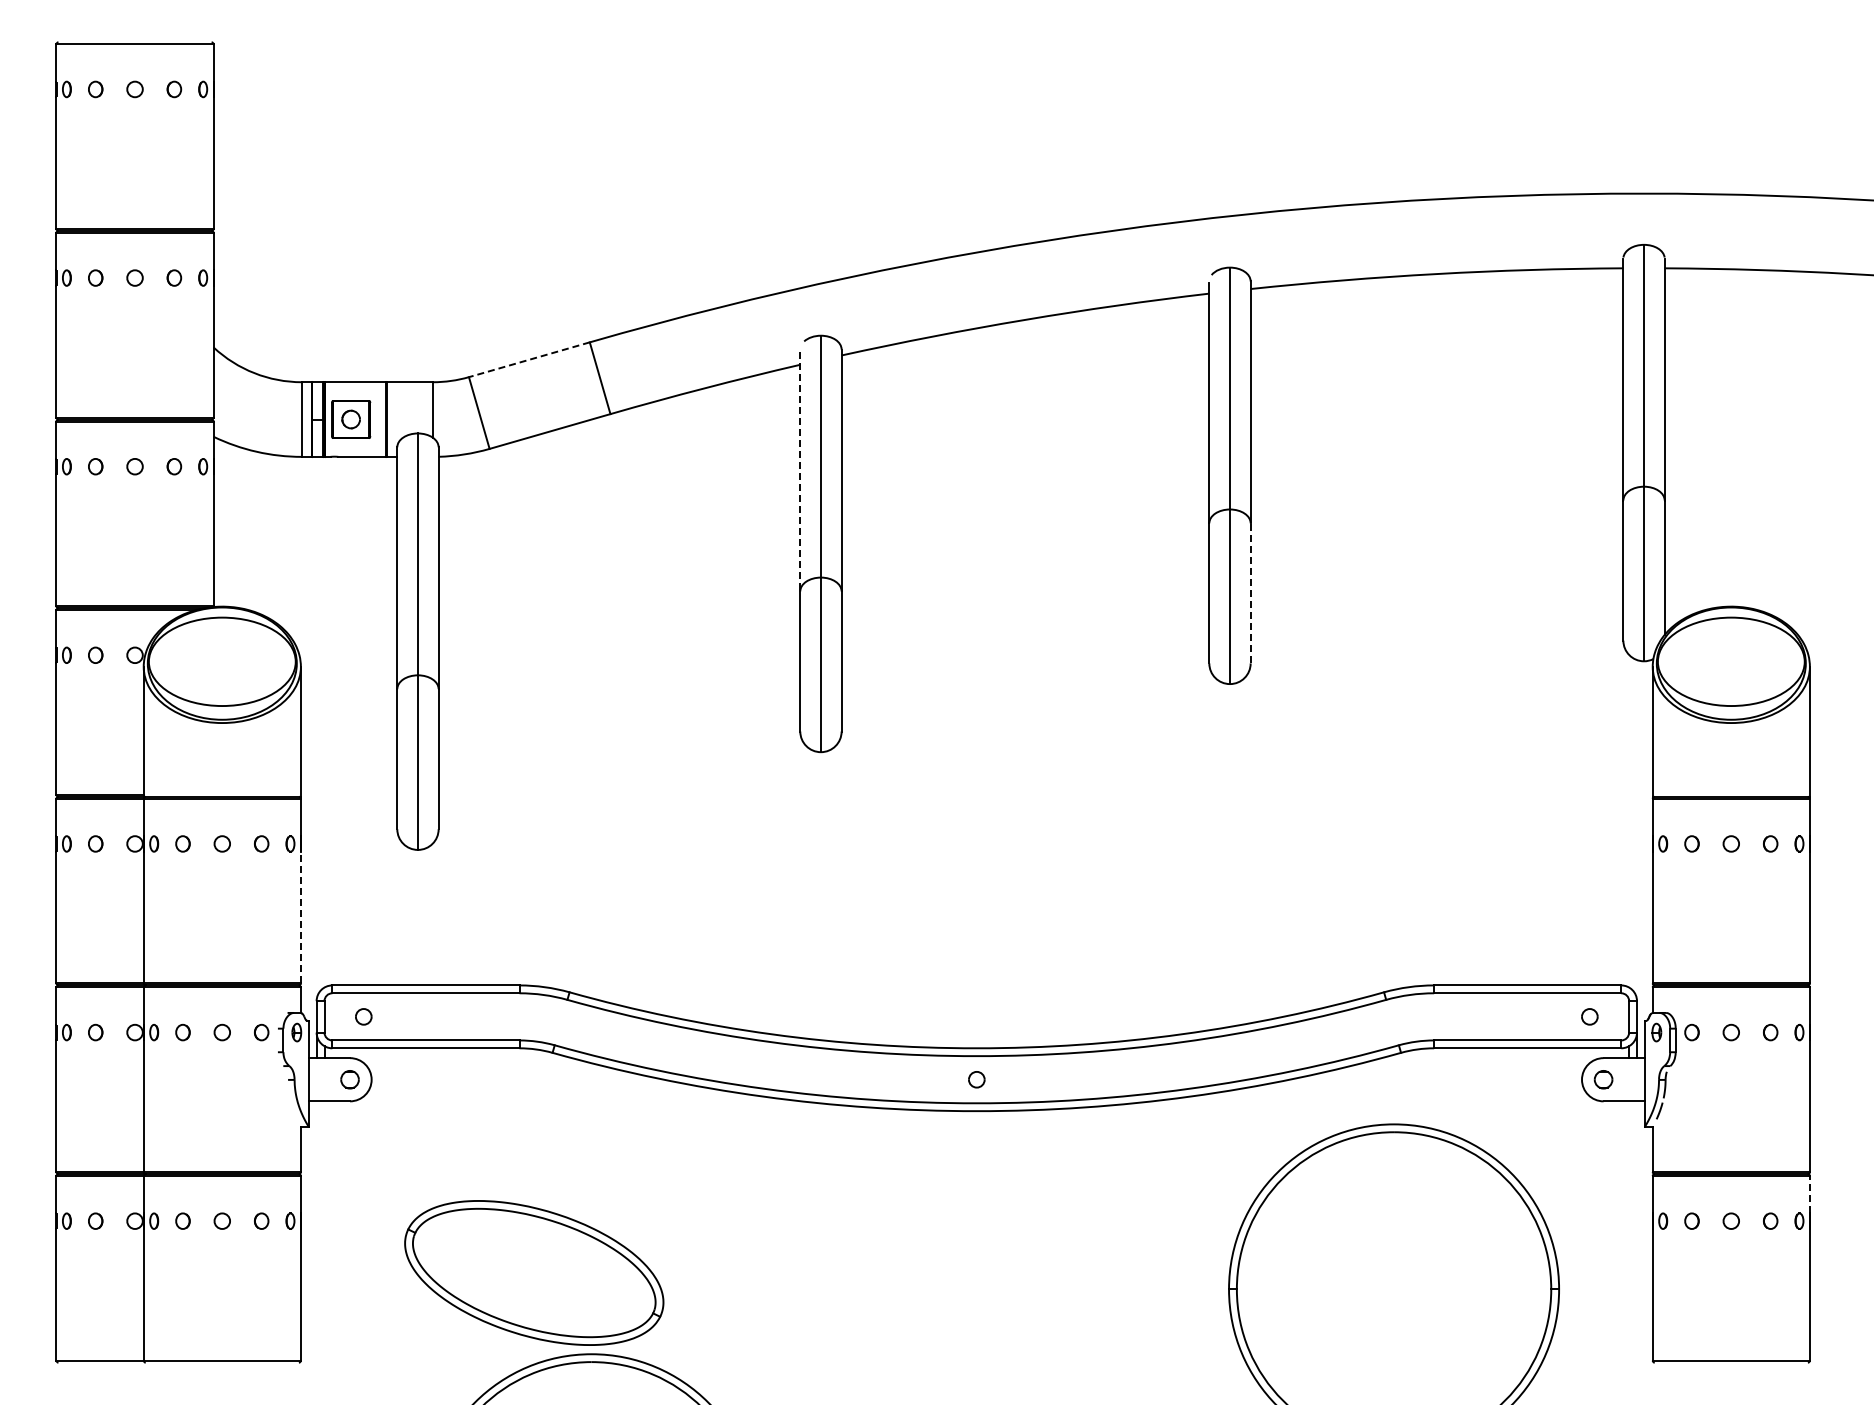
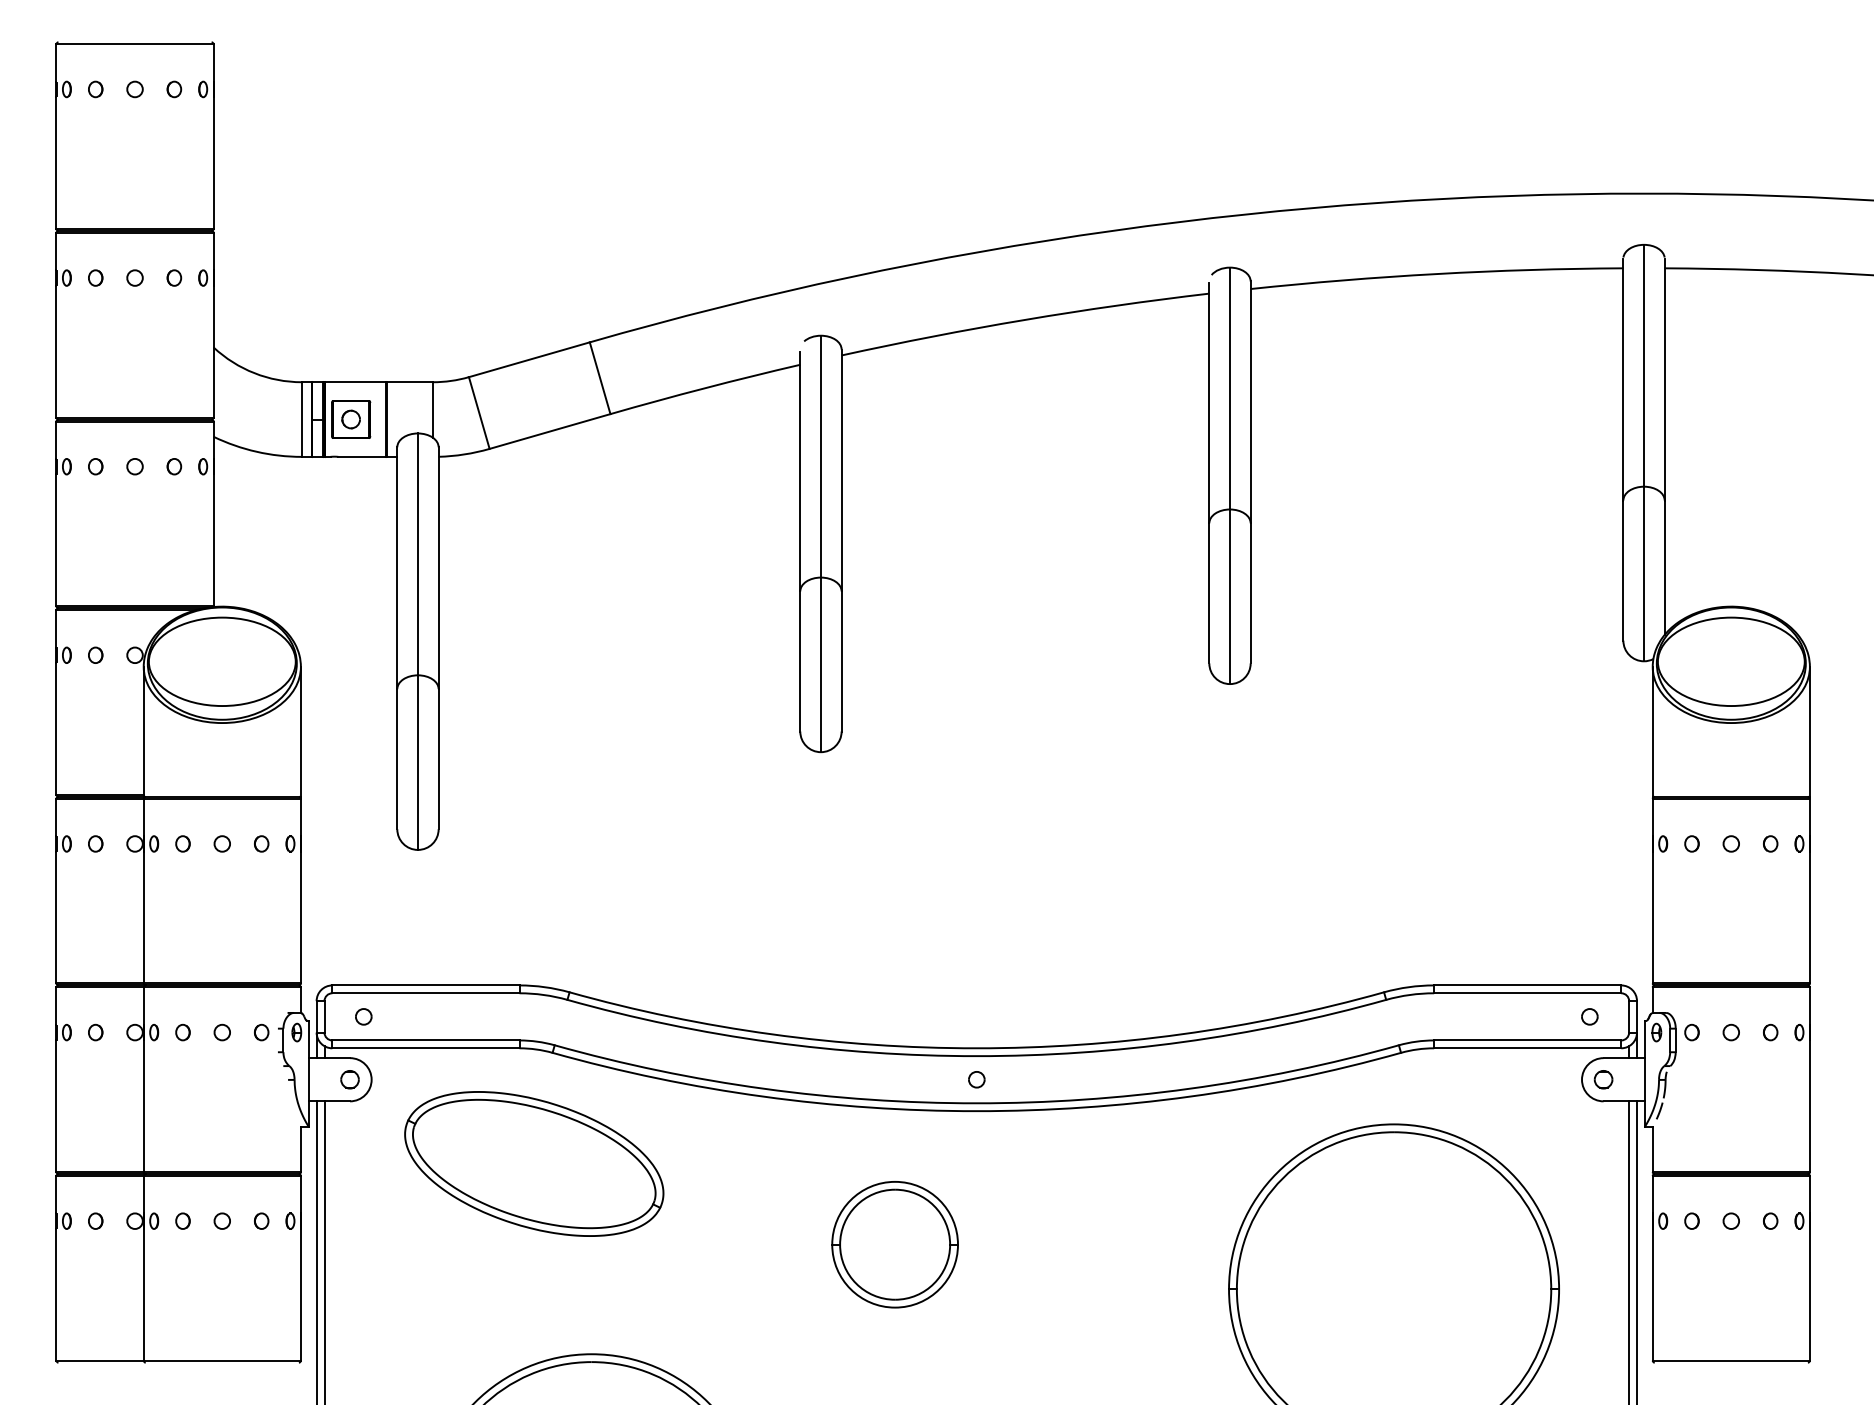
line at (529, 359): dashed -> solid
line at (800, 471): dashed -> solid
line at (1250, 592): dashed -> solid
line at (300, 917): dashed -> solid
line at (1809, 1194): dashed -> solid
part at (894, 1244): none -> present
line at (316, 1251): none -> present
line at (324, 1251): none -> present
line at (1629, 1251): none -> present
line at (1637, 1251): none -> present
part at (534, 1272) position: (534, 1272) -> (534, 1163)
